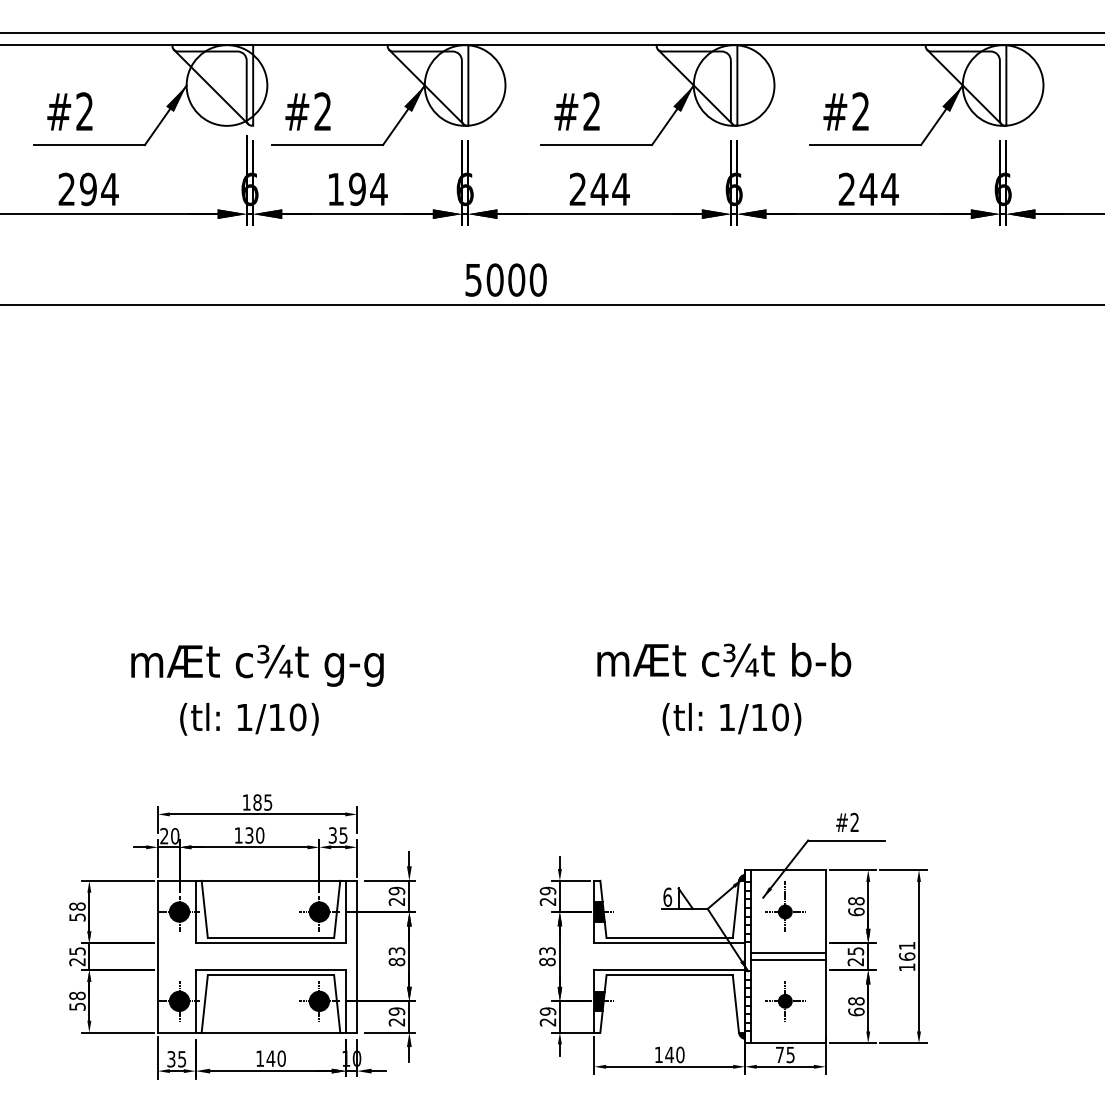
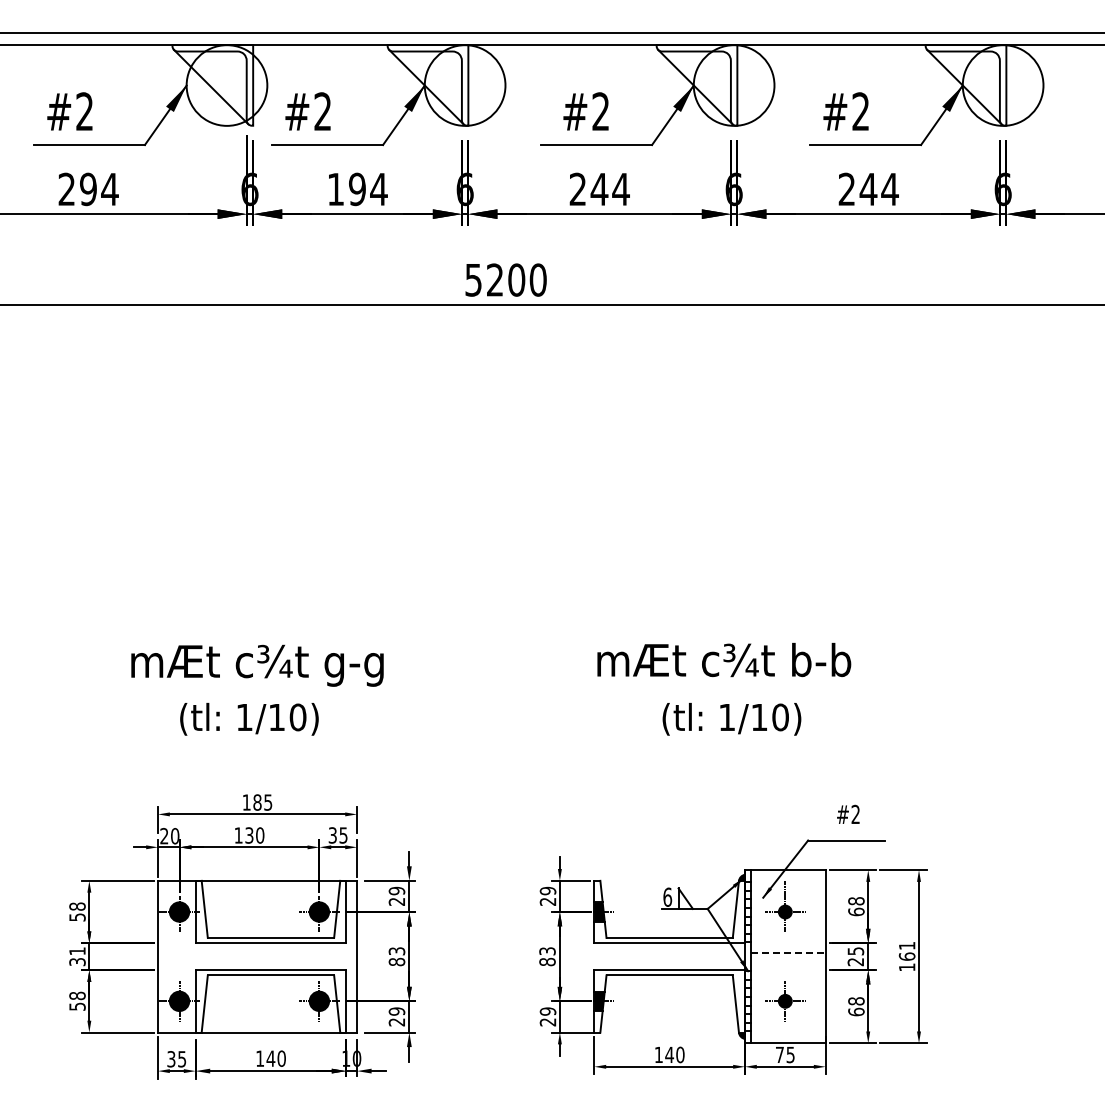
text at (576, 111) position: (576, 111) -> (585, 111)
text at (494, 279): 5000 -> 5200
text at (847, 821) position: (847, 821) -> (848, 813)
line at (789, 953): solid -> dashed
text at (77, 956): 25 -> 31
line at (788, 959): present -> none
